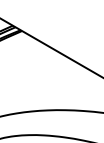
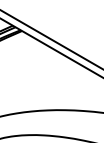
line at (51, 39): none -> present
